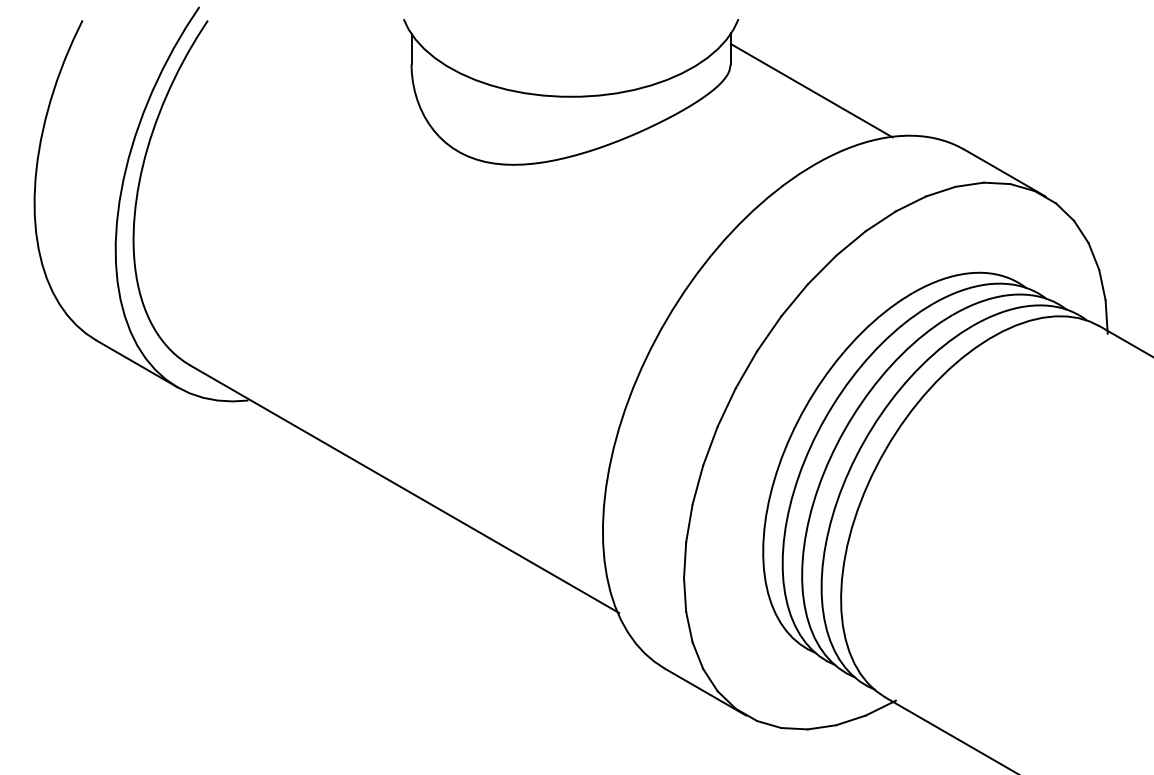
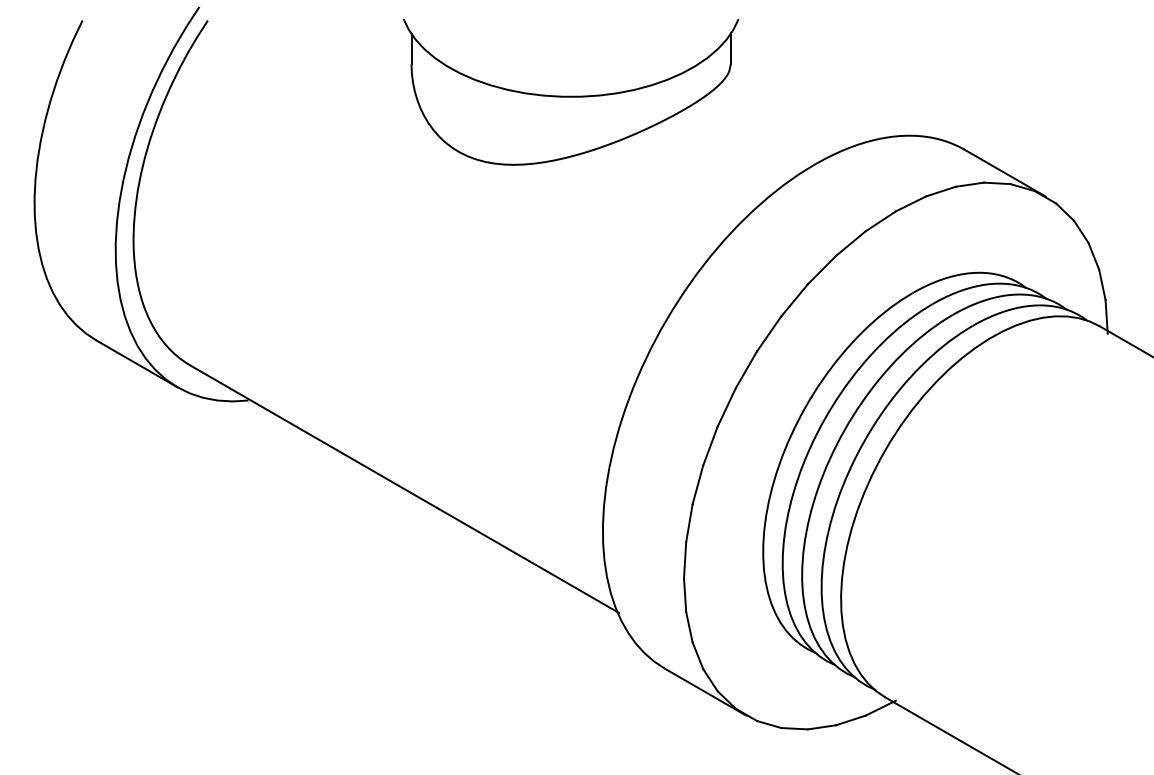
line at (811, 90): present -> none
